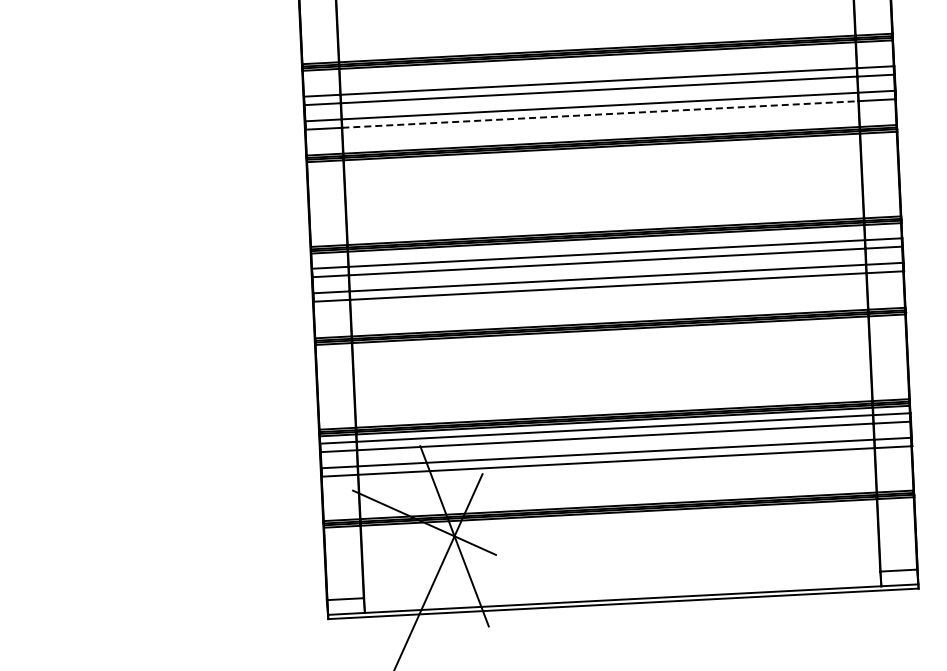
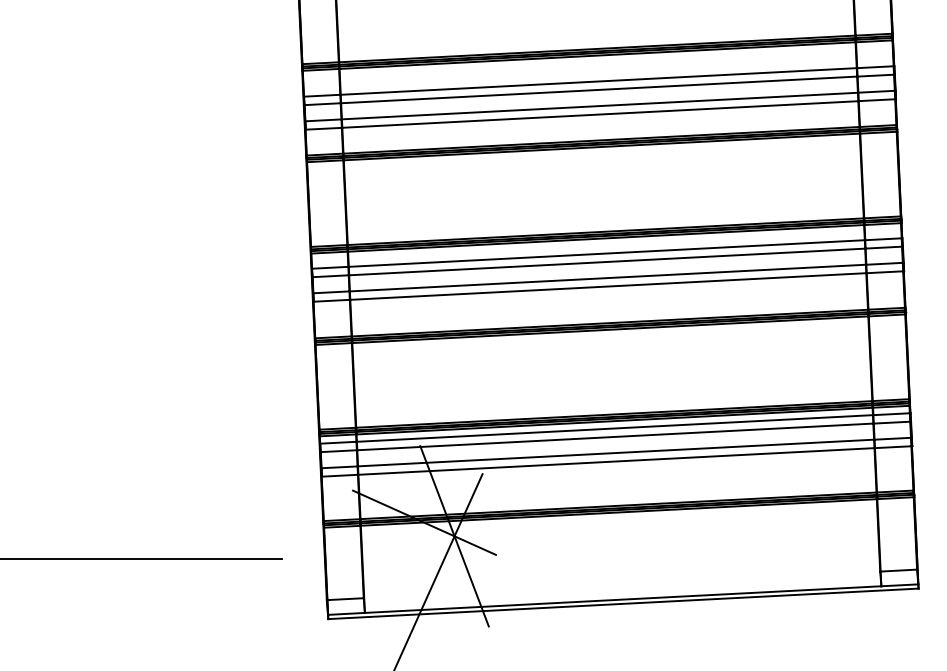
line at (600, 114): dashed -> solid
line at (142, 559): none -> present
